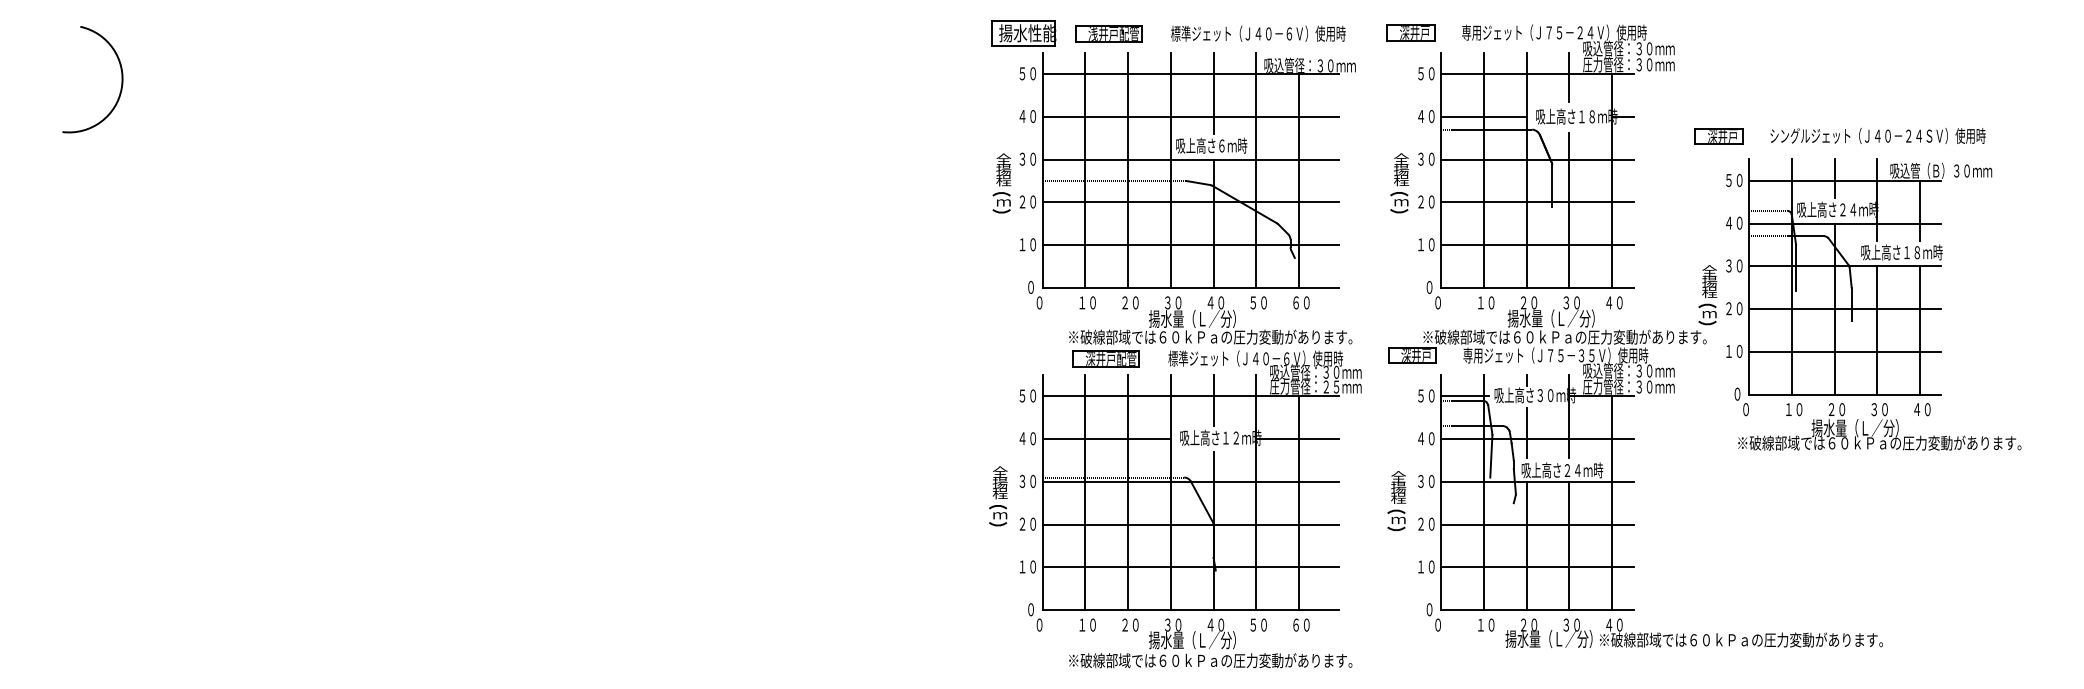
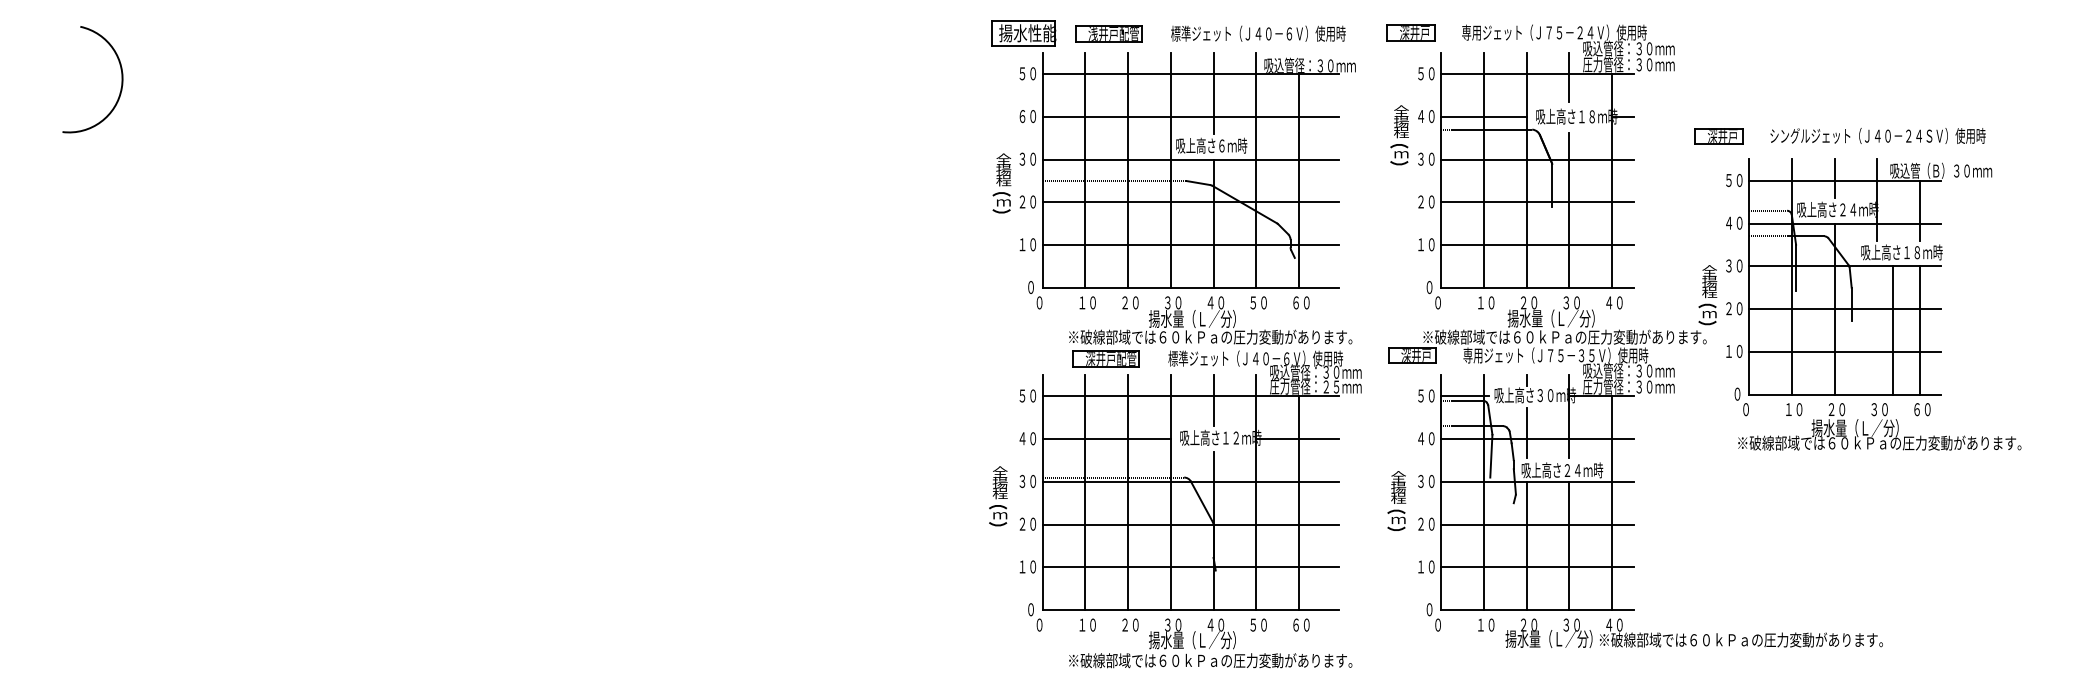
text at (1022, 116): ４０ -> ６０
part at (1399, 183) position: (1399, 183) -> (1399, 135)
line at (1877, 330) position: (1877, 330) -> (1893, 330)
text at (1917, 409): ４０ -> ６０
